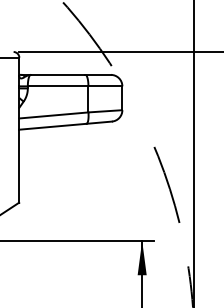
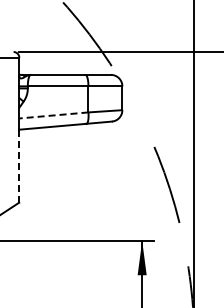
line at (53, 115): solid -> dashed
line at (19, 165): solid -> dashed
